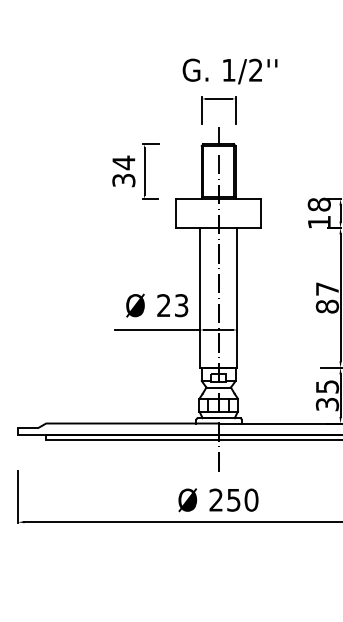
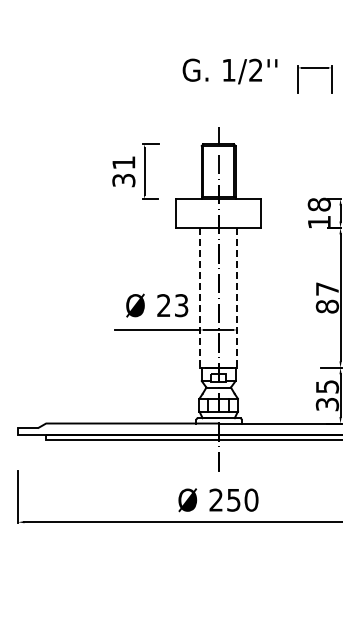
part at (218, 99) position: (218, 99) -> (314, 68)
text at (123, 162): 34 -> 31
line at (200, 297): solid -> dashed
line at (237, 297): solid -> dashed
